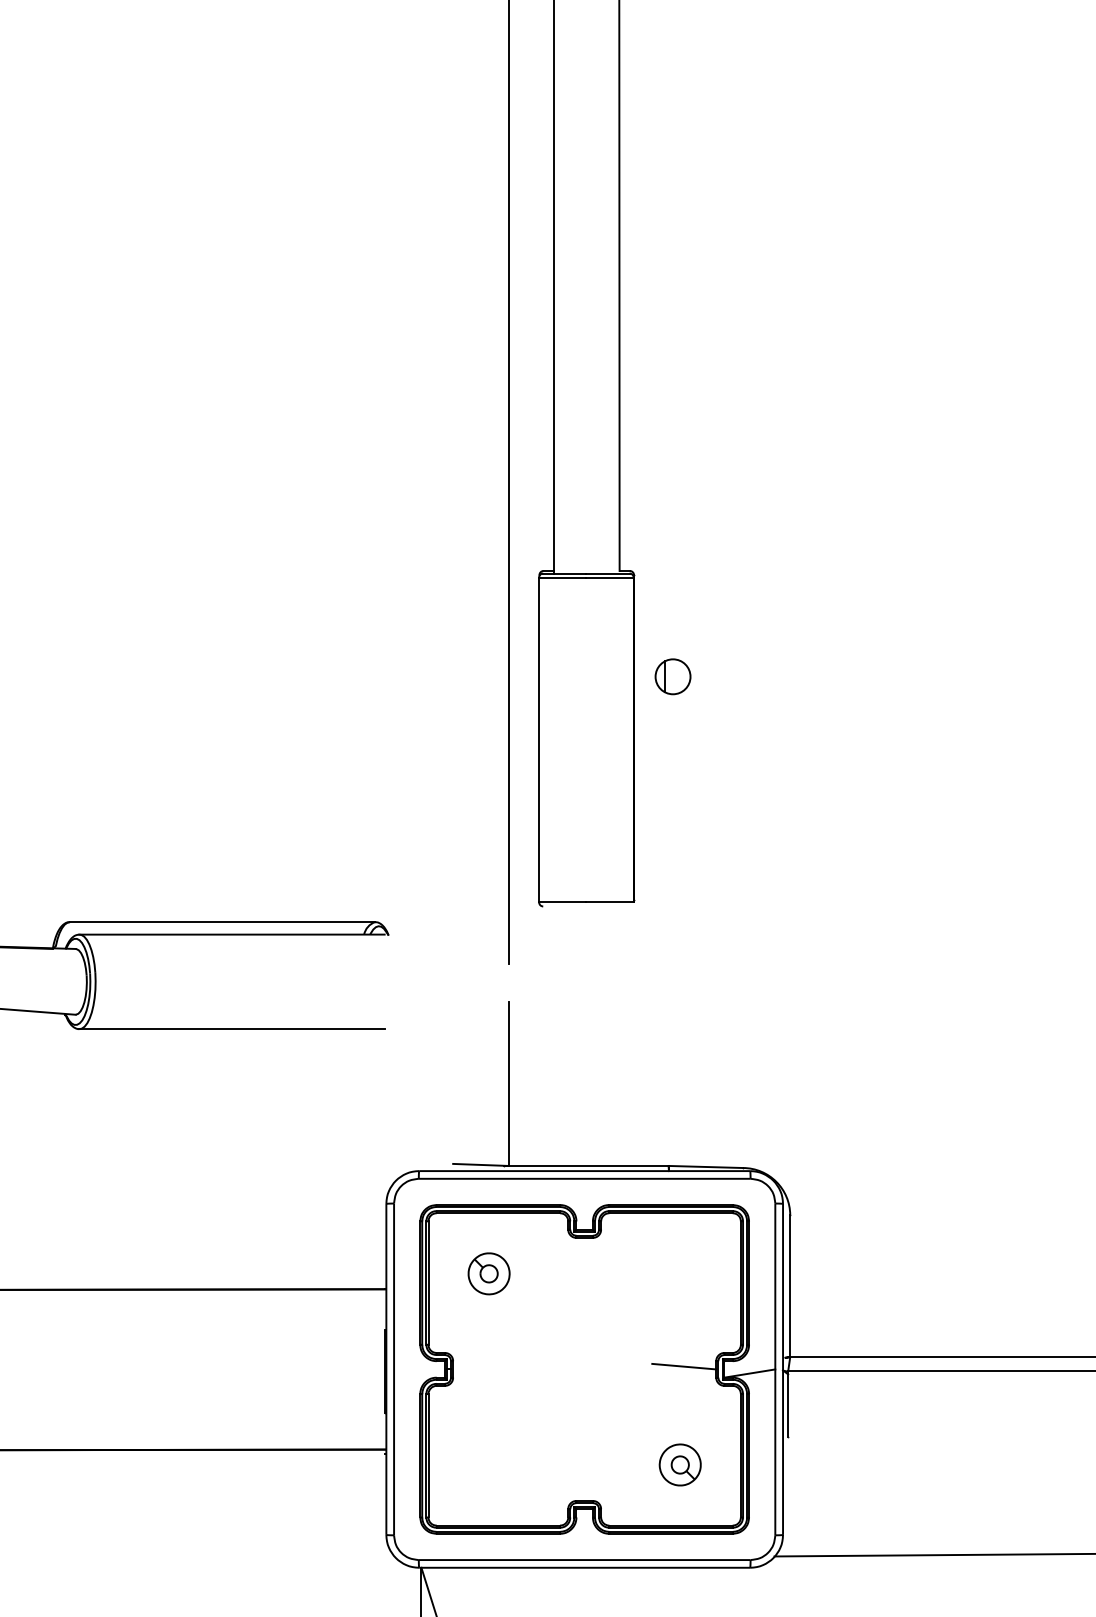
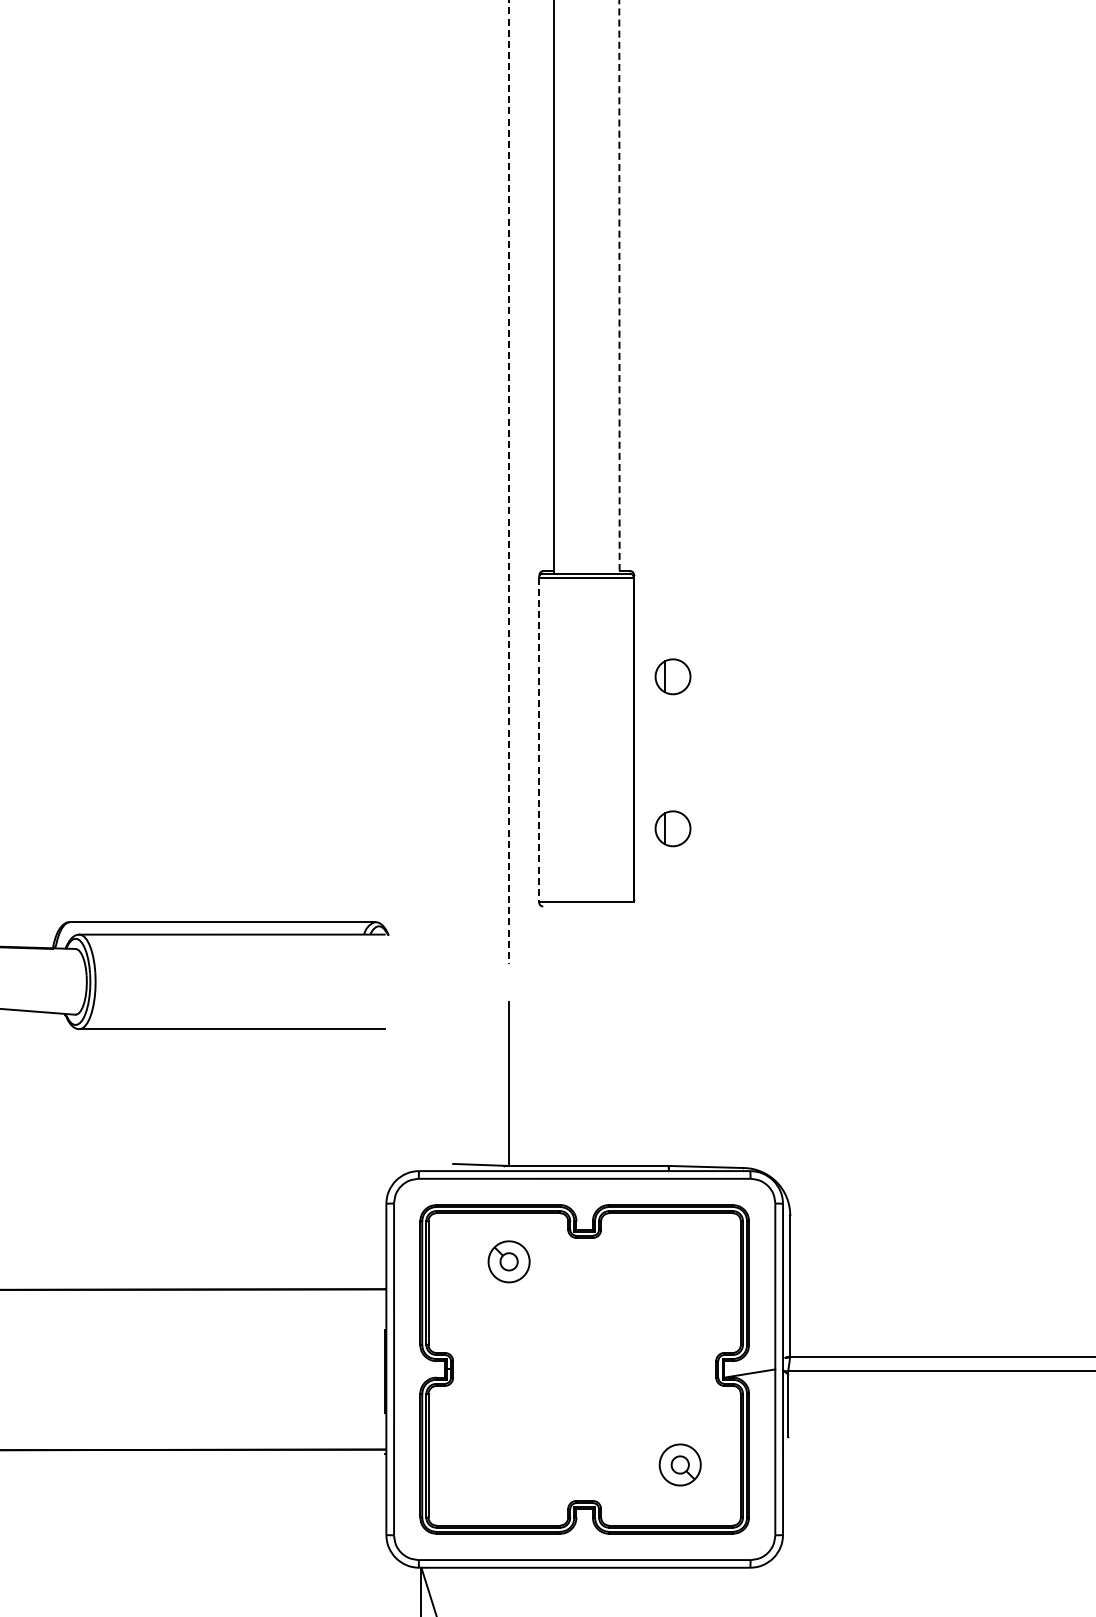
line at (619, 285): solid -> dashed
line at (508, 482): solid -> dashed
line at (539, 740): solid -> dashed
part at (672, 828): none -> present
part at (488, 1273) position: (488, 1273) -> (508, 1261)
line at (684, 1366): present -> none
line at (933, 1554): present -> none
